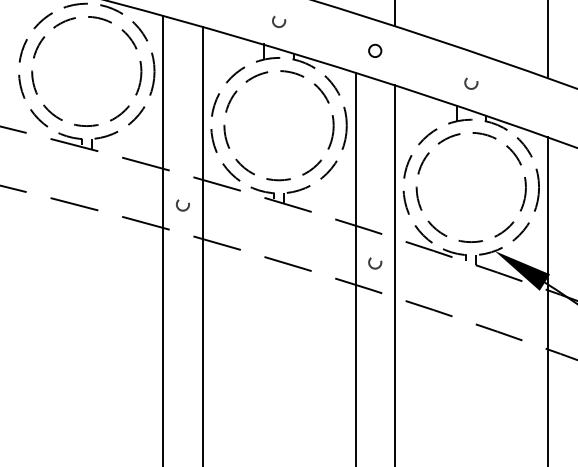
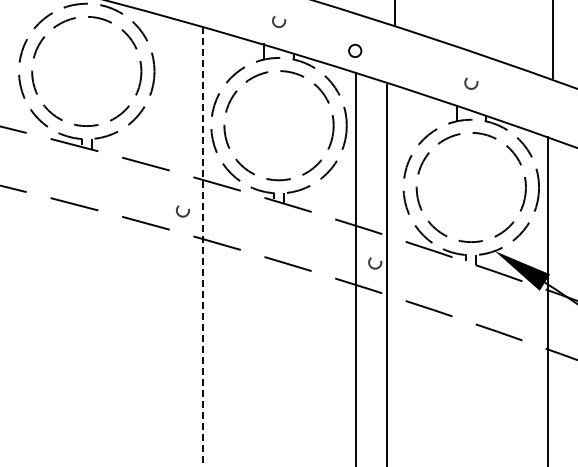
line at (547, 40) position: (547, 40) -> (552, 40)
circle at (375, 50) position: (375, 50) -> (355, 50)
circle at (182, 205) position: (182, 205) -> (182, 211)
line at (163, 239): present -> none
line at (202, 246): solid -> dashed
line at (394, 274) position: (394, 274) -> (386, 274)
